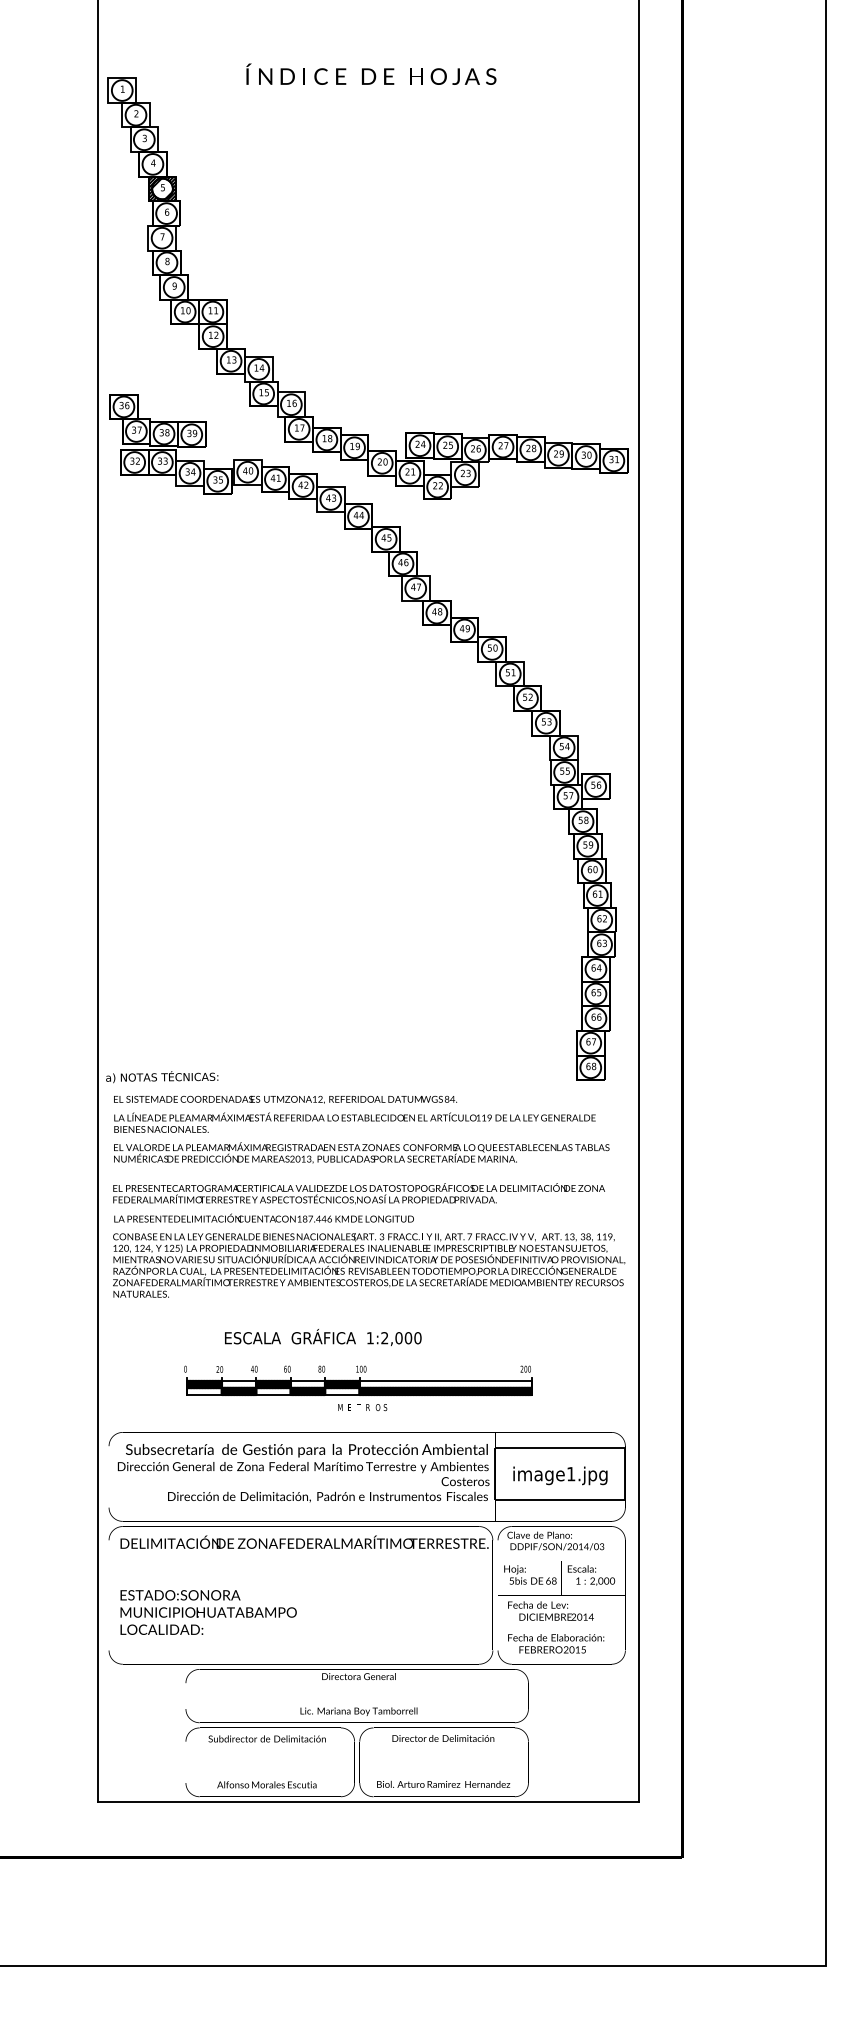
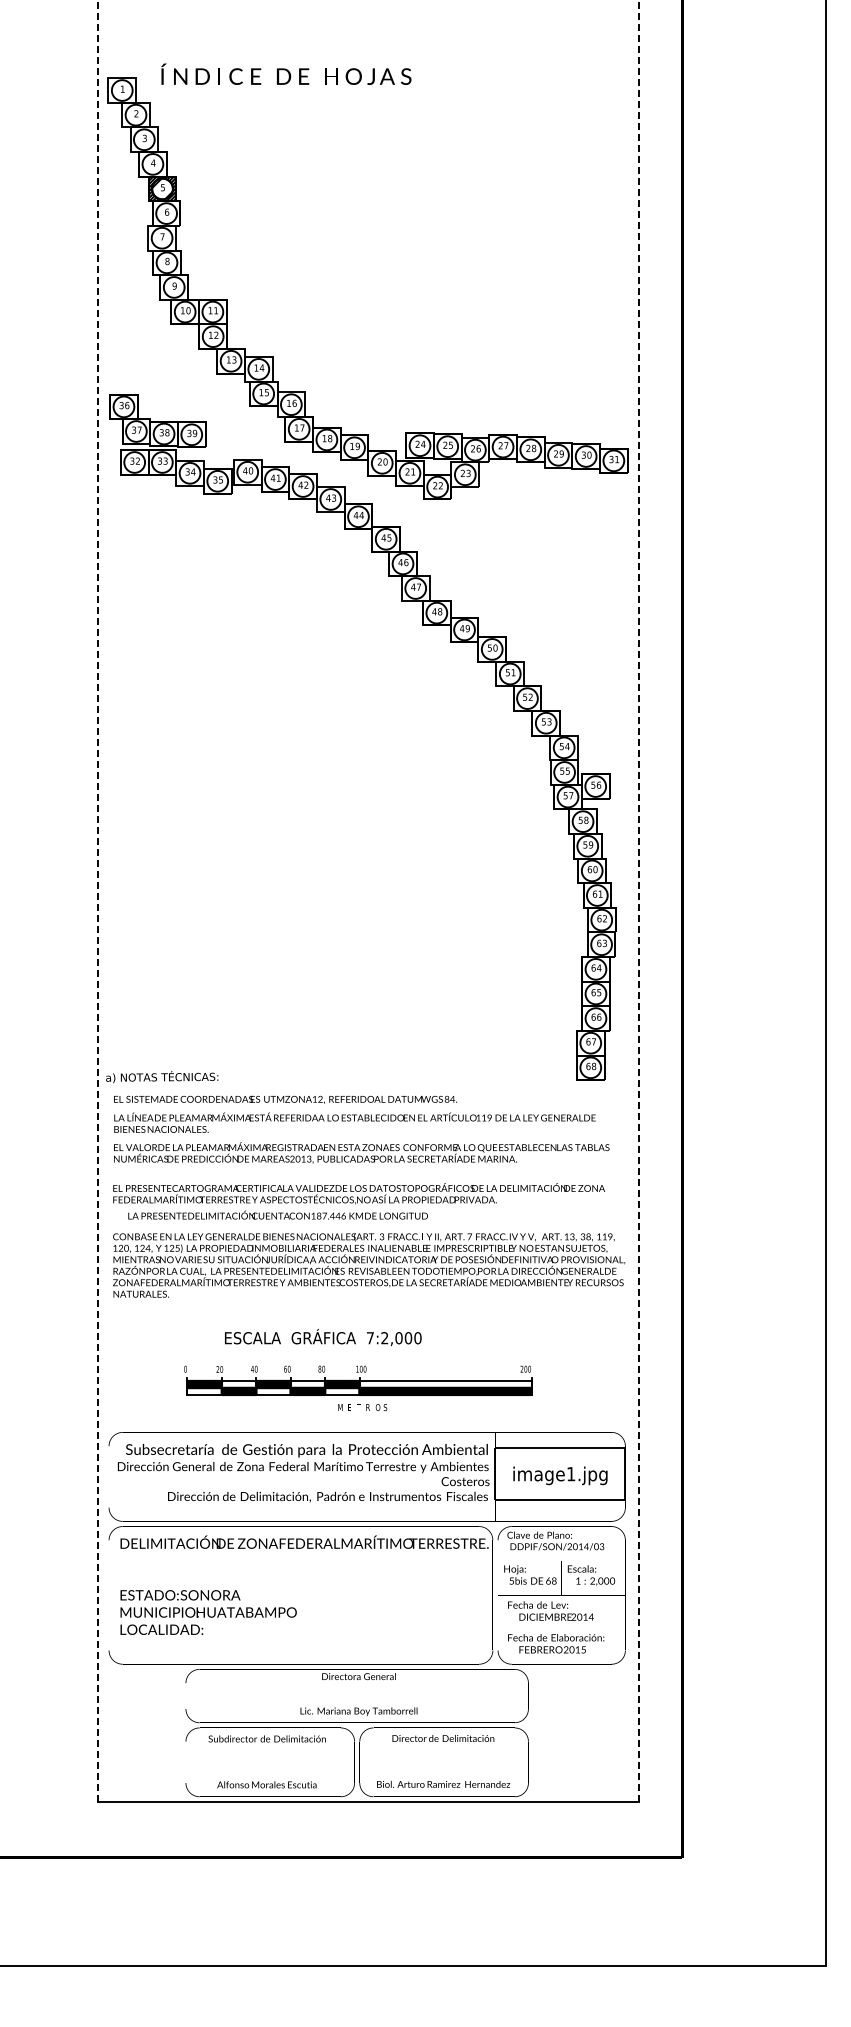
text at (371, 73) position: (371, 73) -> (286, 73)
line at (97, 900): solid -> dashed
line at (638, 900): solid -> dashed
text at (263, 1217) position: (263, 1217) -> (277, 1214)
text at (370, 1338): 1:2,000 -> 7:2,000
